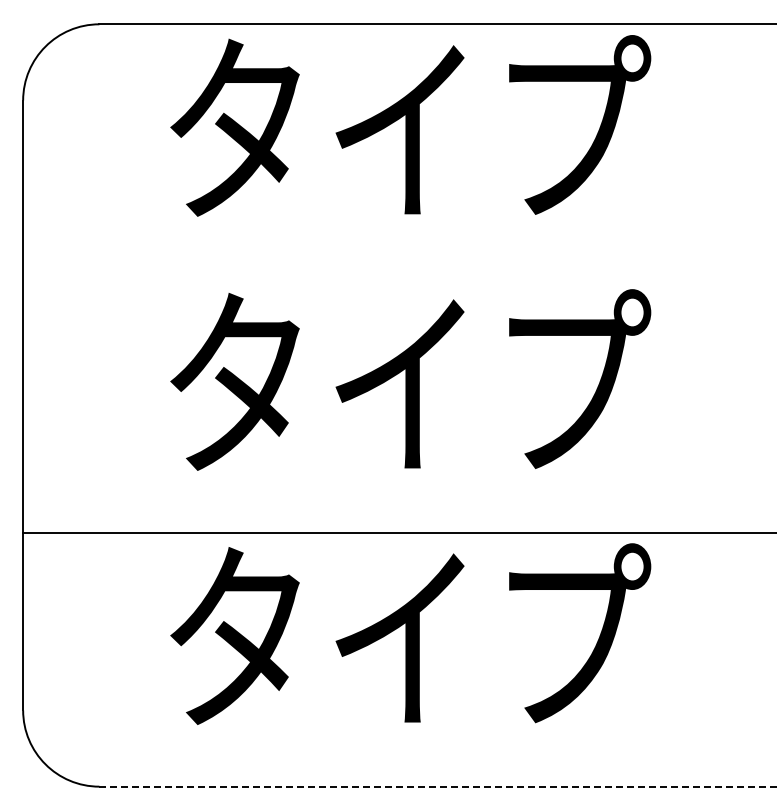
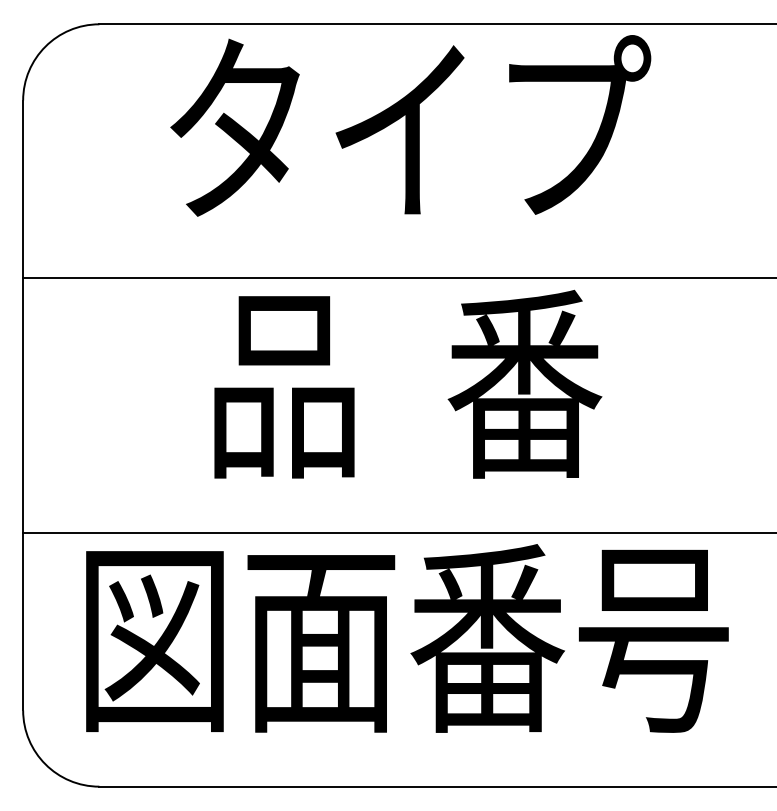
line at (398, 278): none -> present
text at (410, 383): タイプ -> 品  番
text at (407, 637): タイプ -> 図面番号
line at (438, 786): dashed -> solid
